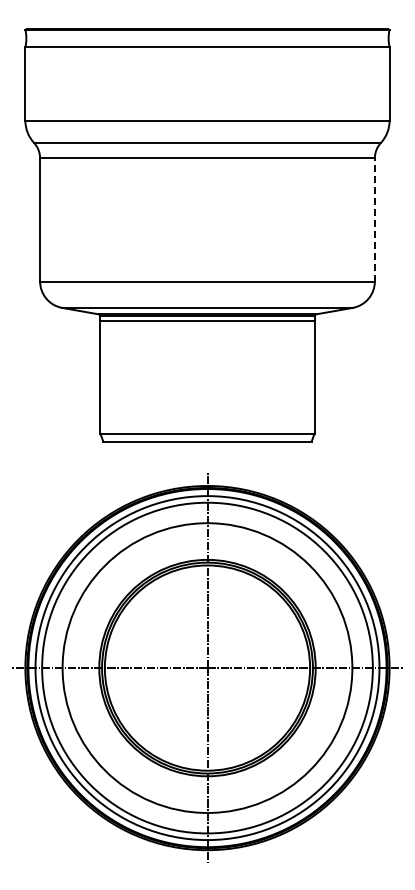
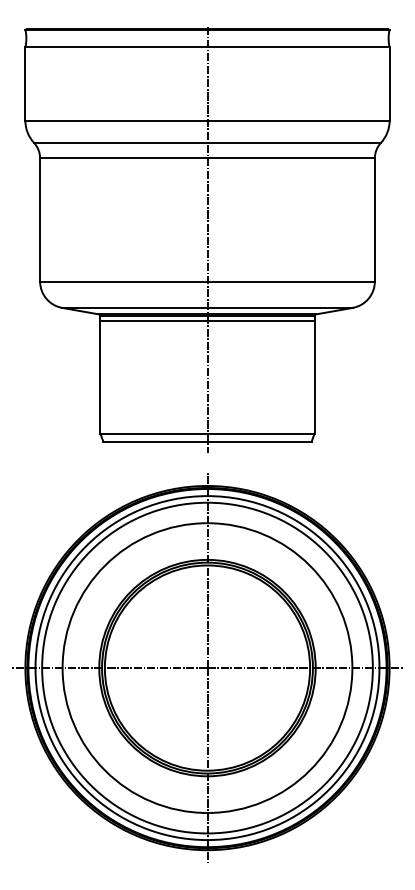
line at (374, 219): dashed -> solid
line at (207, 239): none -> present
